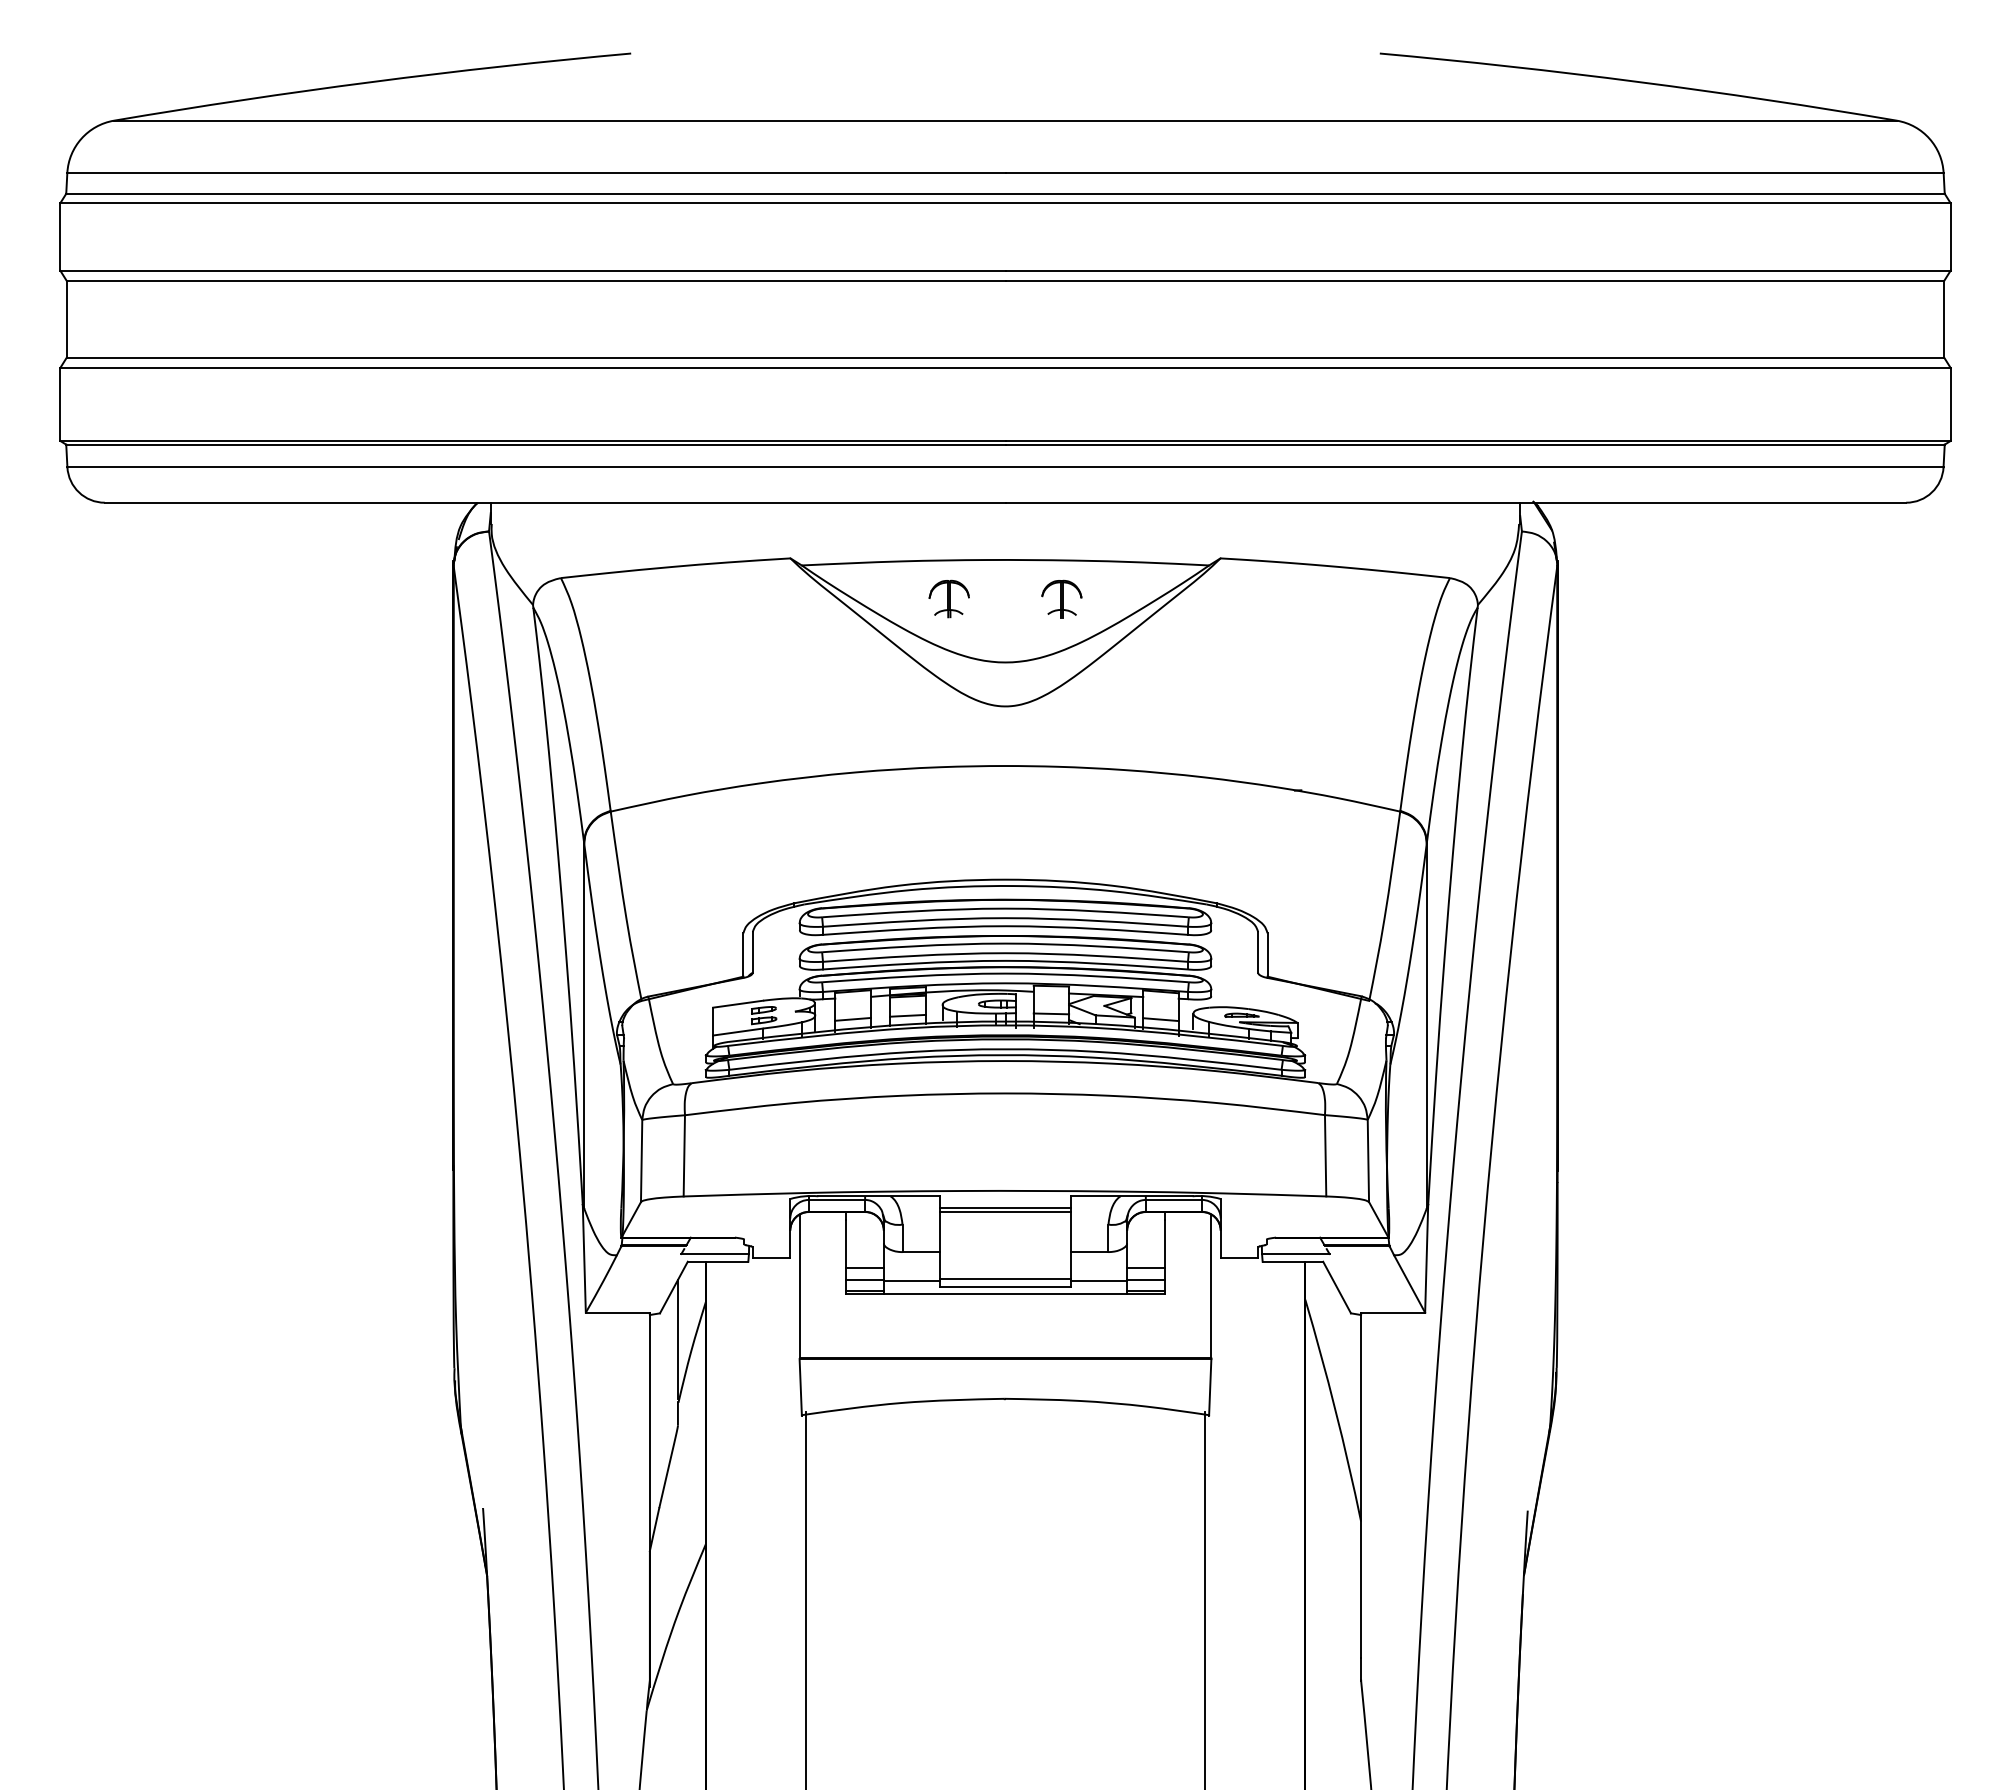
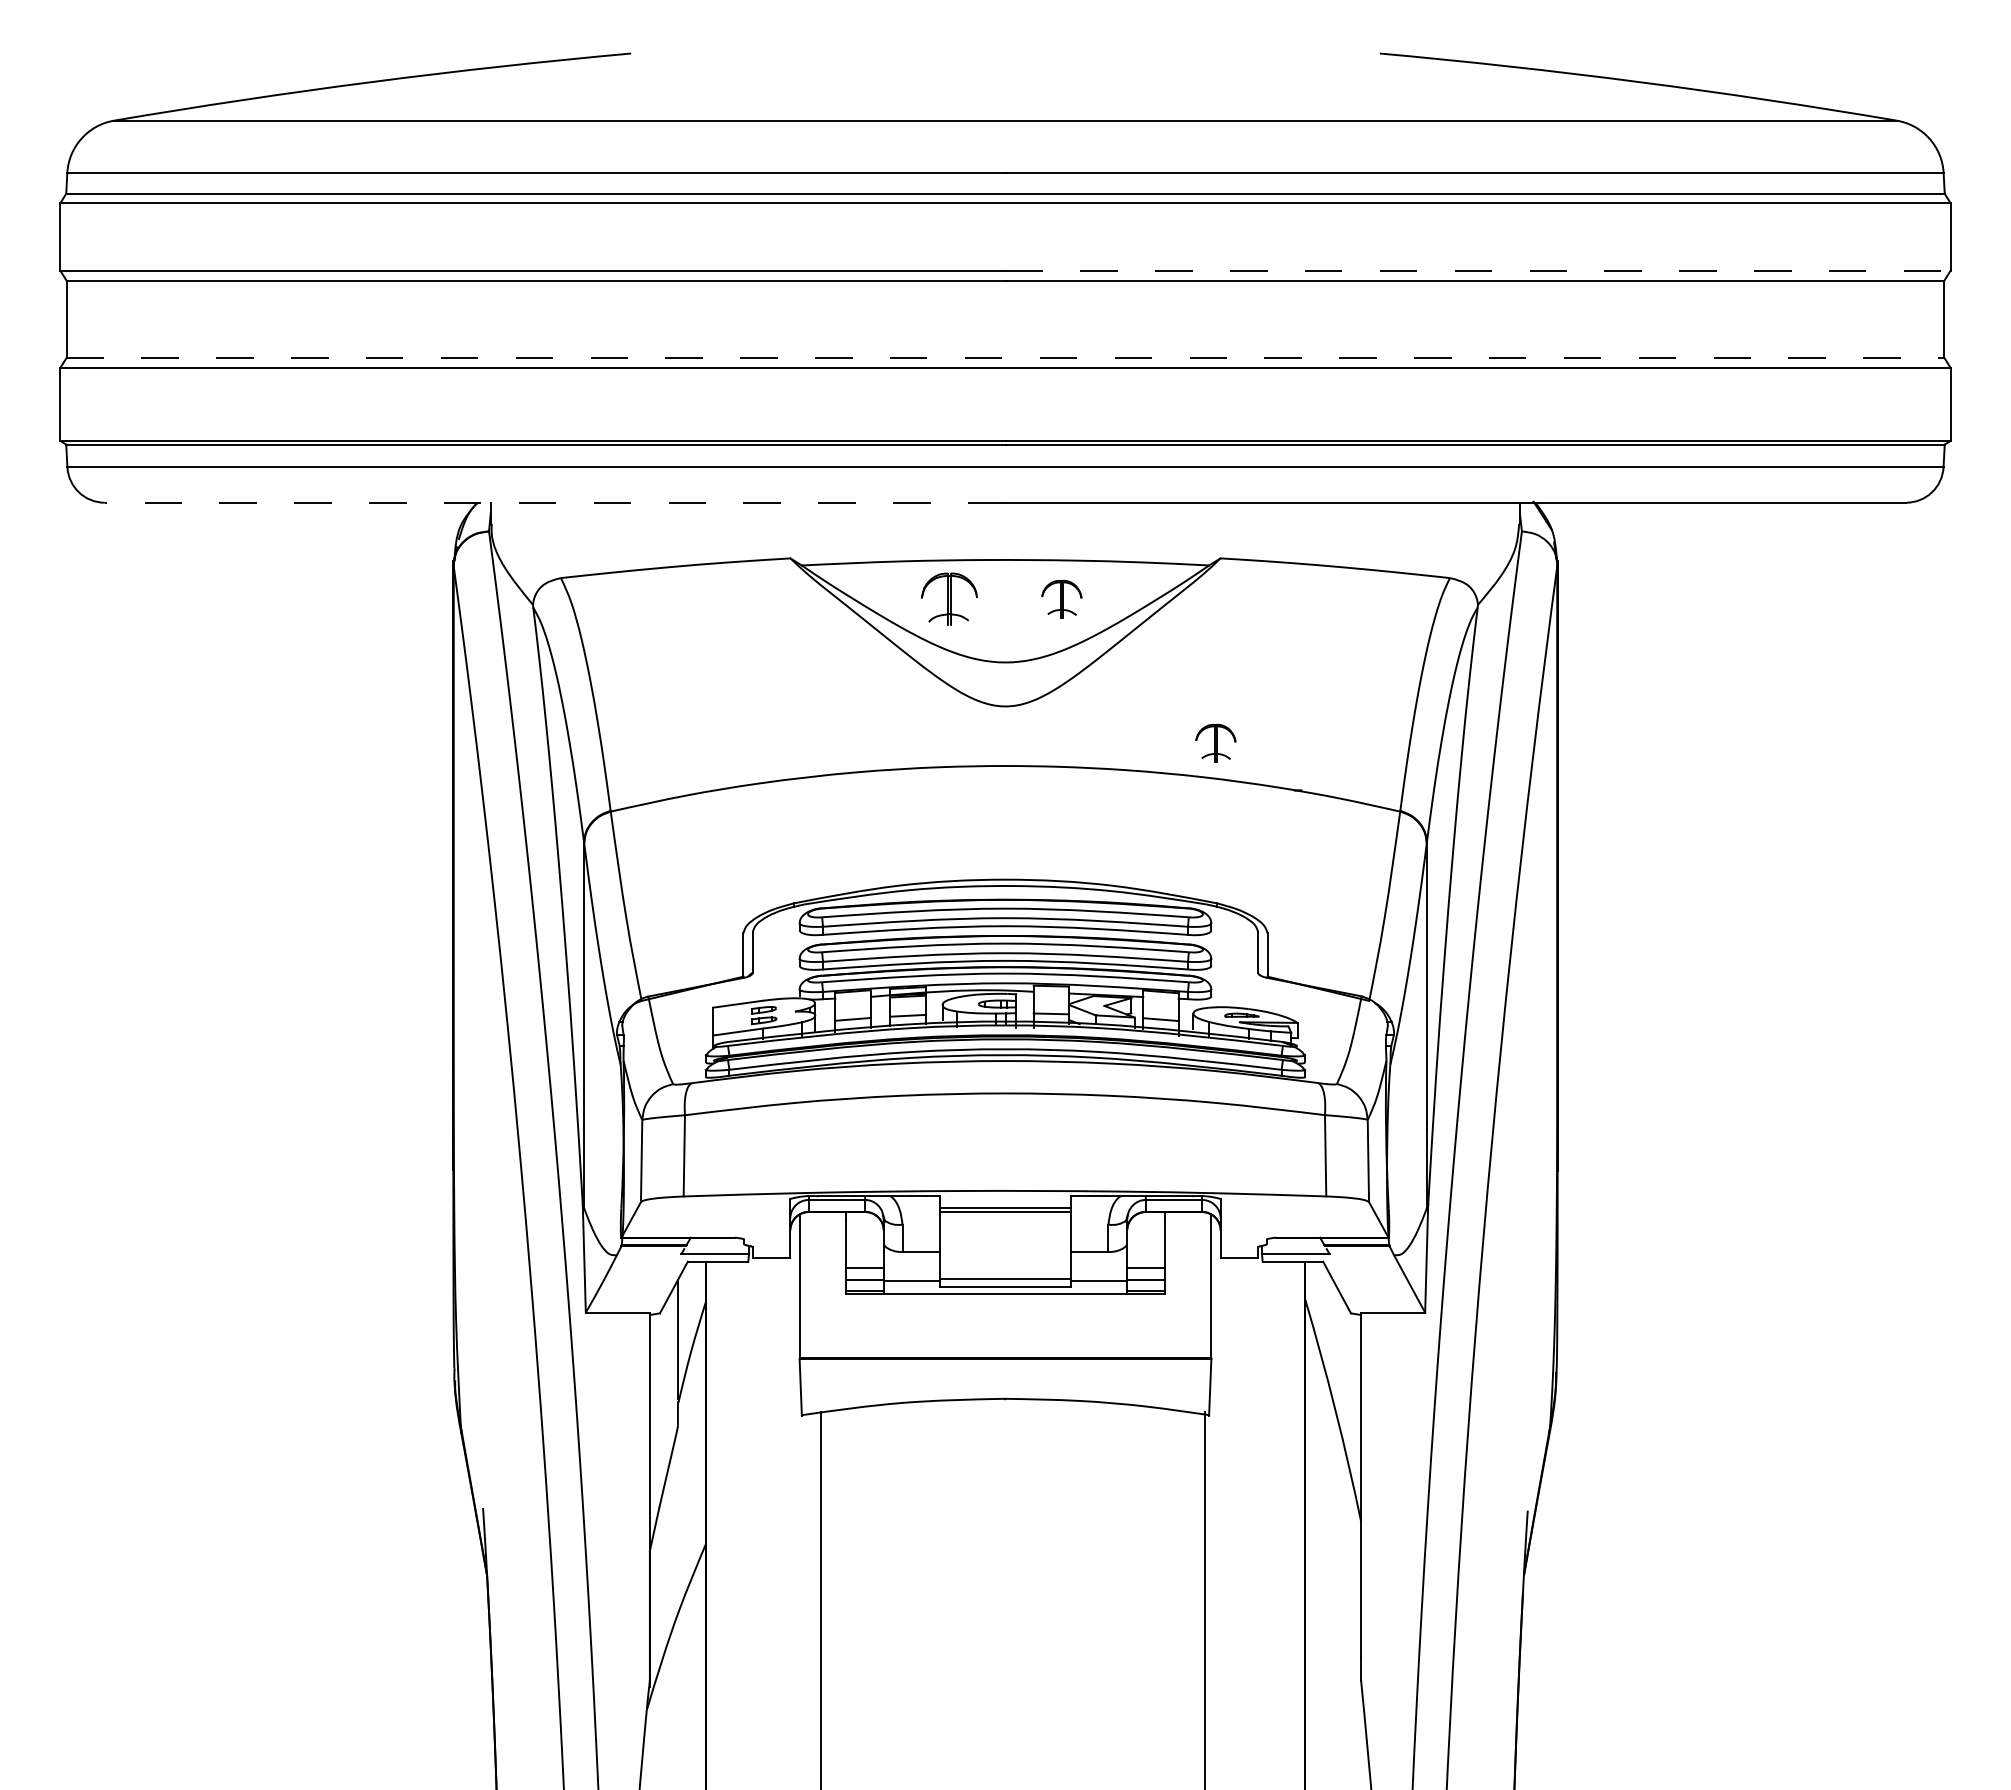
line at (1478, 270): solid -> dashed
line at (1005, 358): solid -> dashed
line at (554, 502): solid -> dashed
part at (948, 598) size: 42x40 px -> 58x54 px
part at (1215, 742): none -> present
line at (806, 1599) position: (806, 1599) -> (821, 1599)
